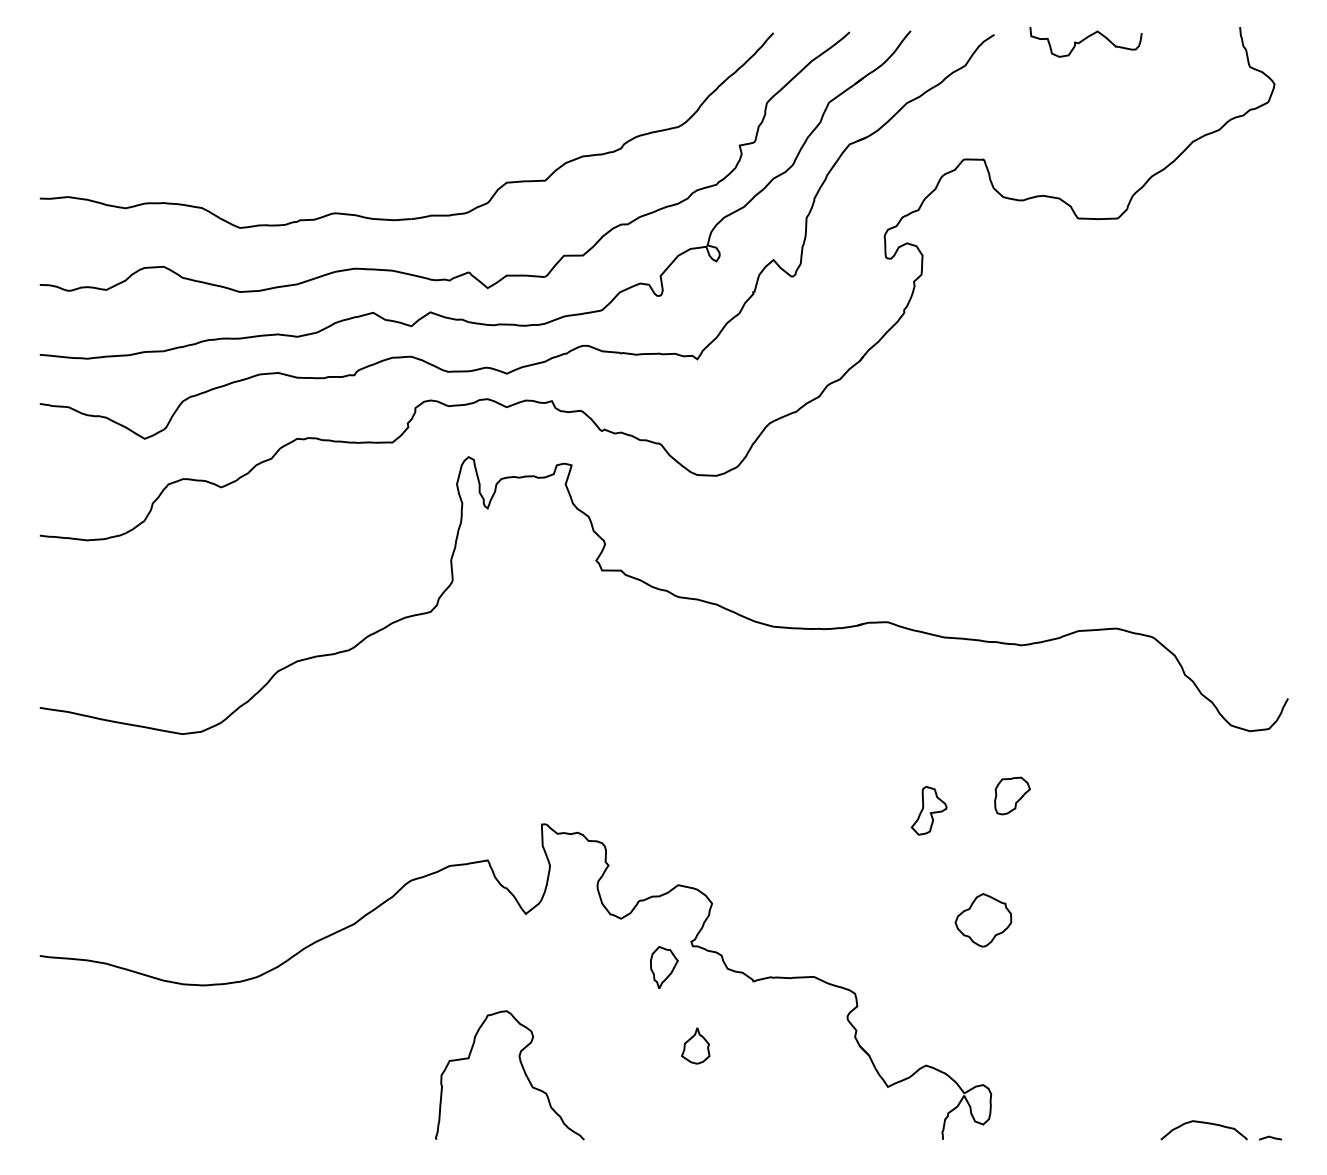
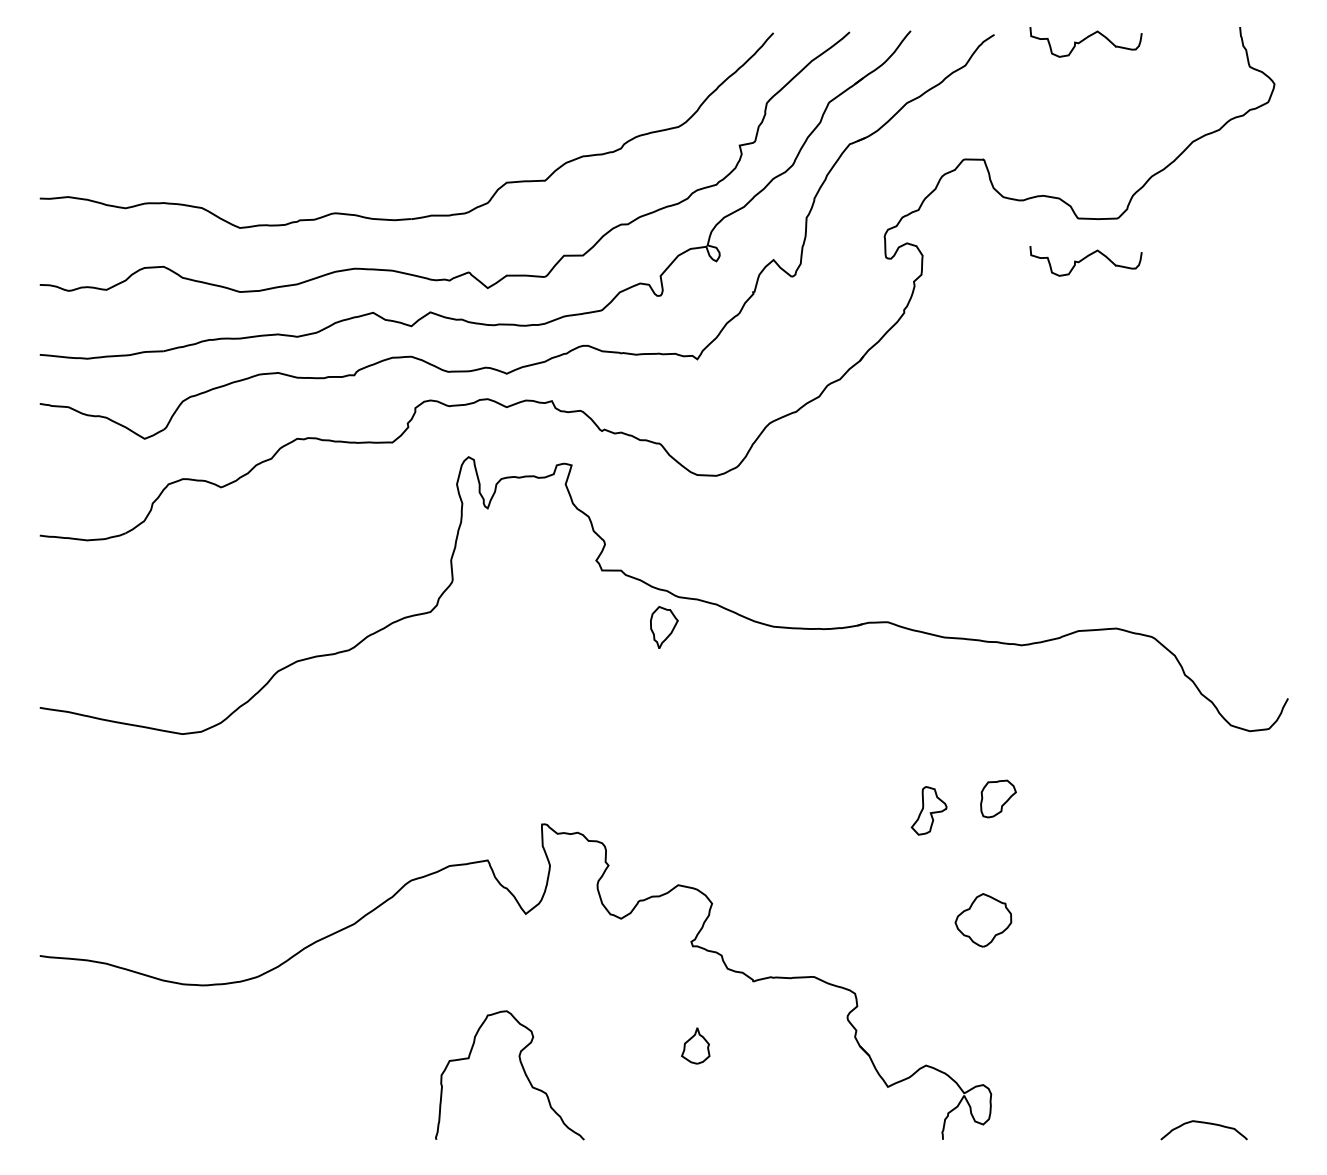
curve at (1084, 259): none -> present
part at (1012, 795) position: (1012, 795) -> (998, 798)
part at (664, 967) position: (664, 967) -> (664, 627)
curve at (1270, 1137): present -> none
